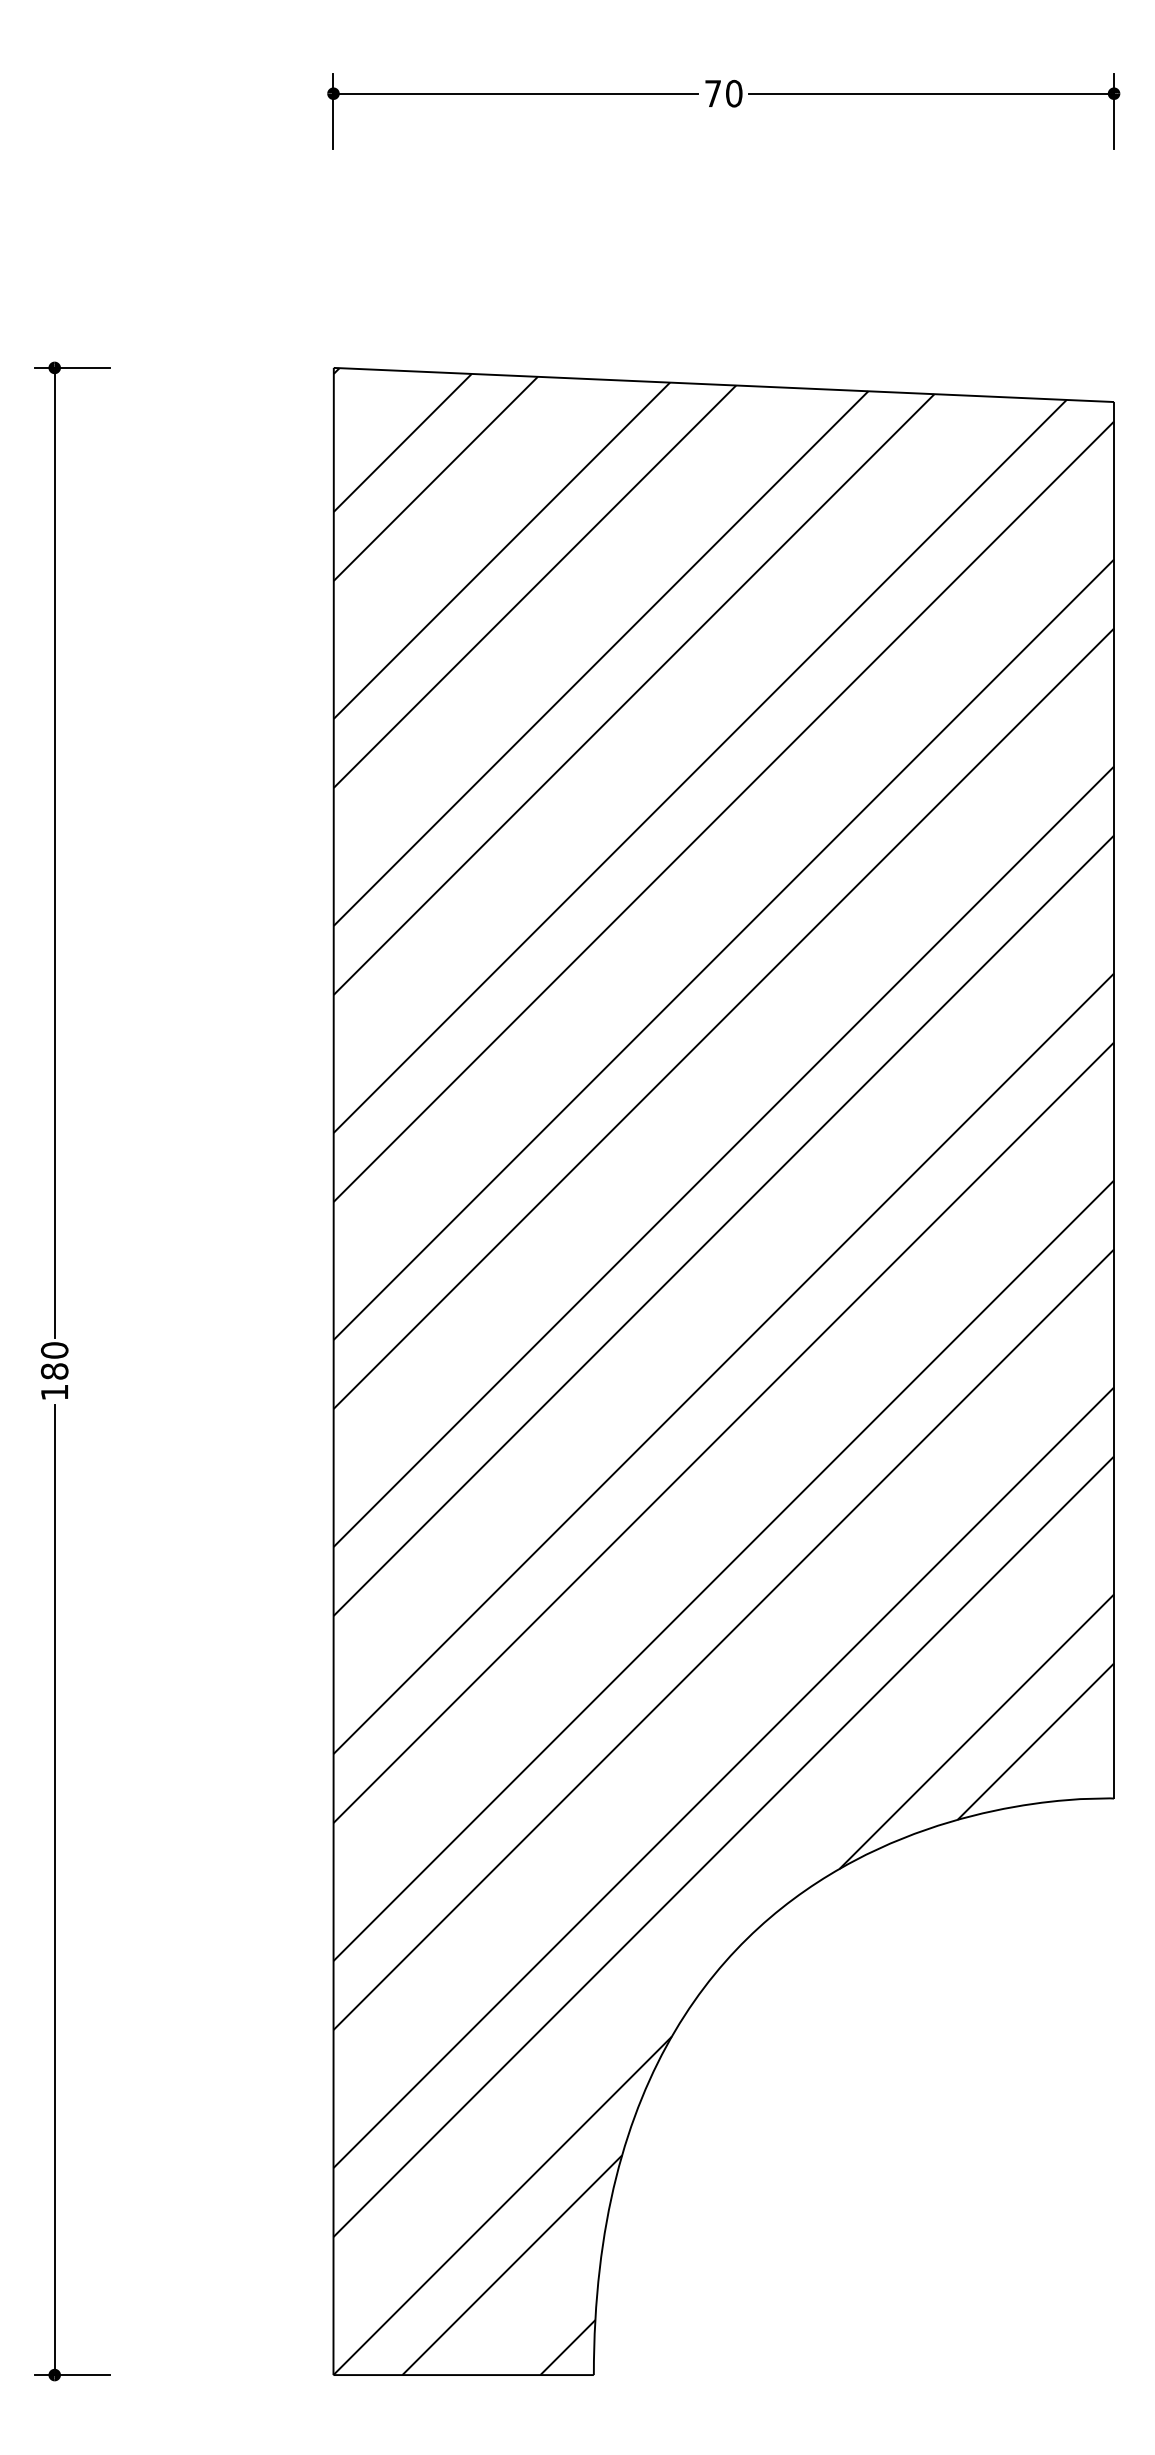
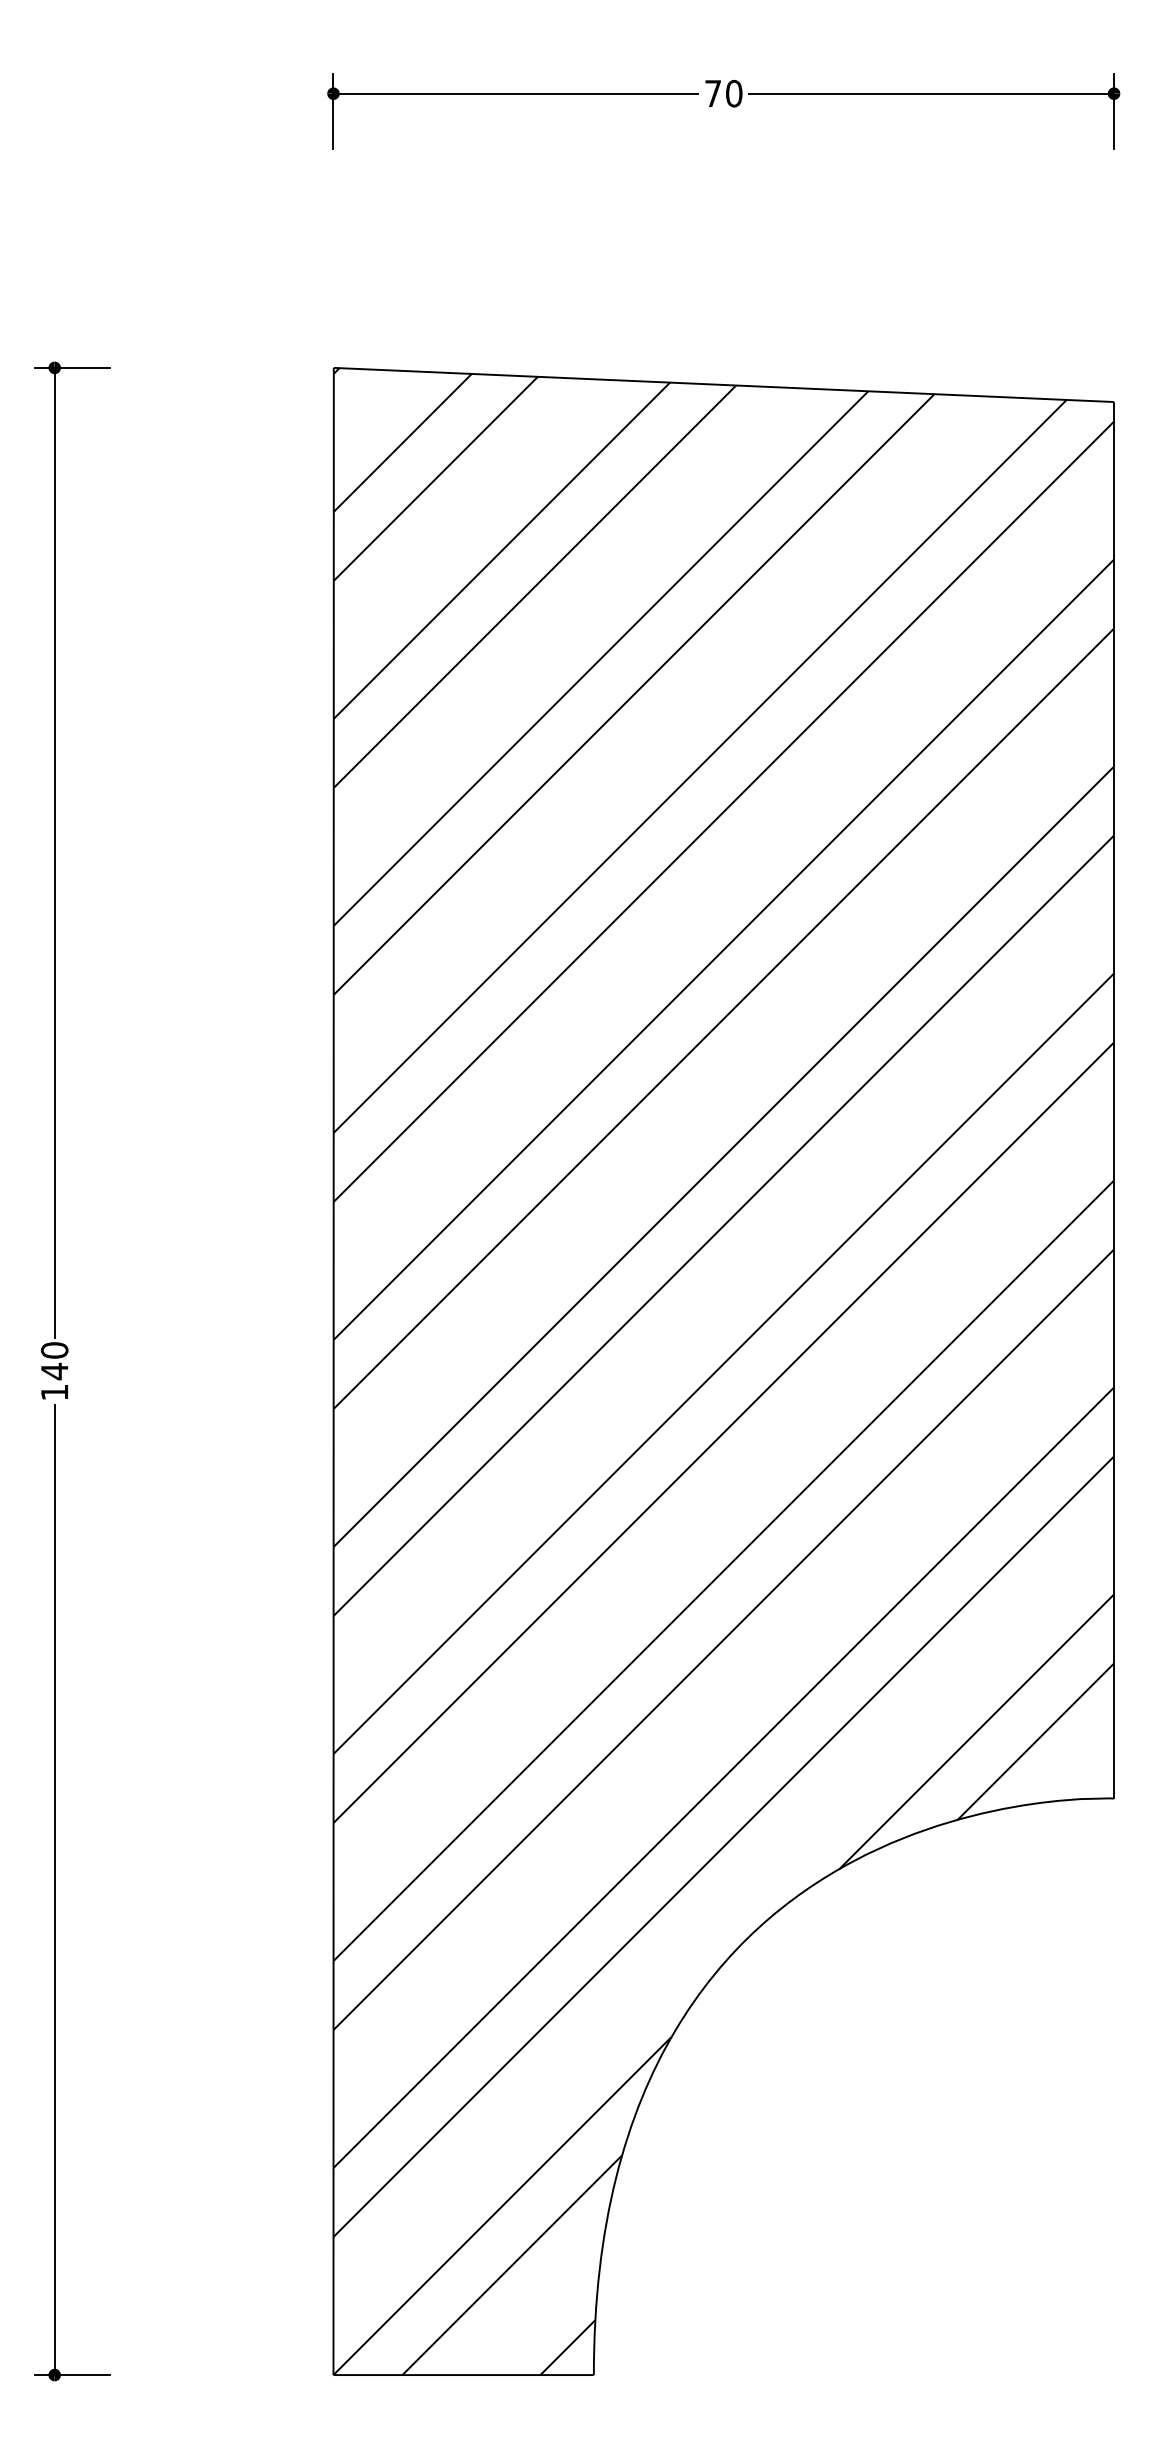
text at (54, 1371): 180 -> 140
